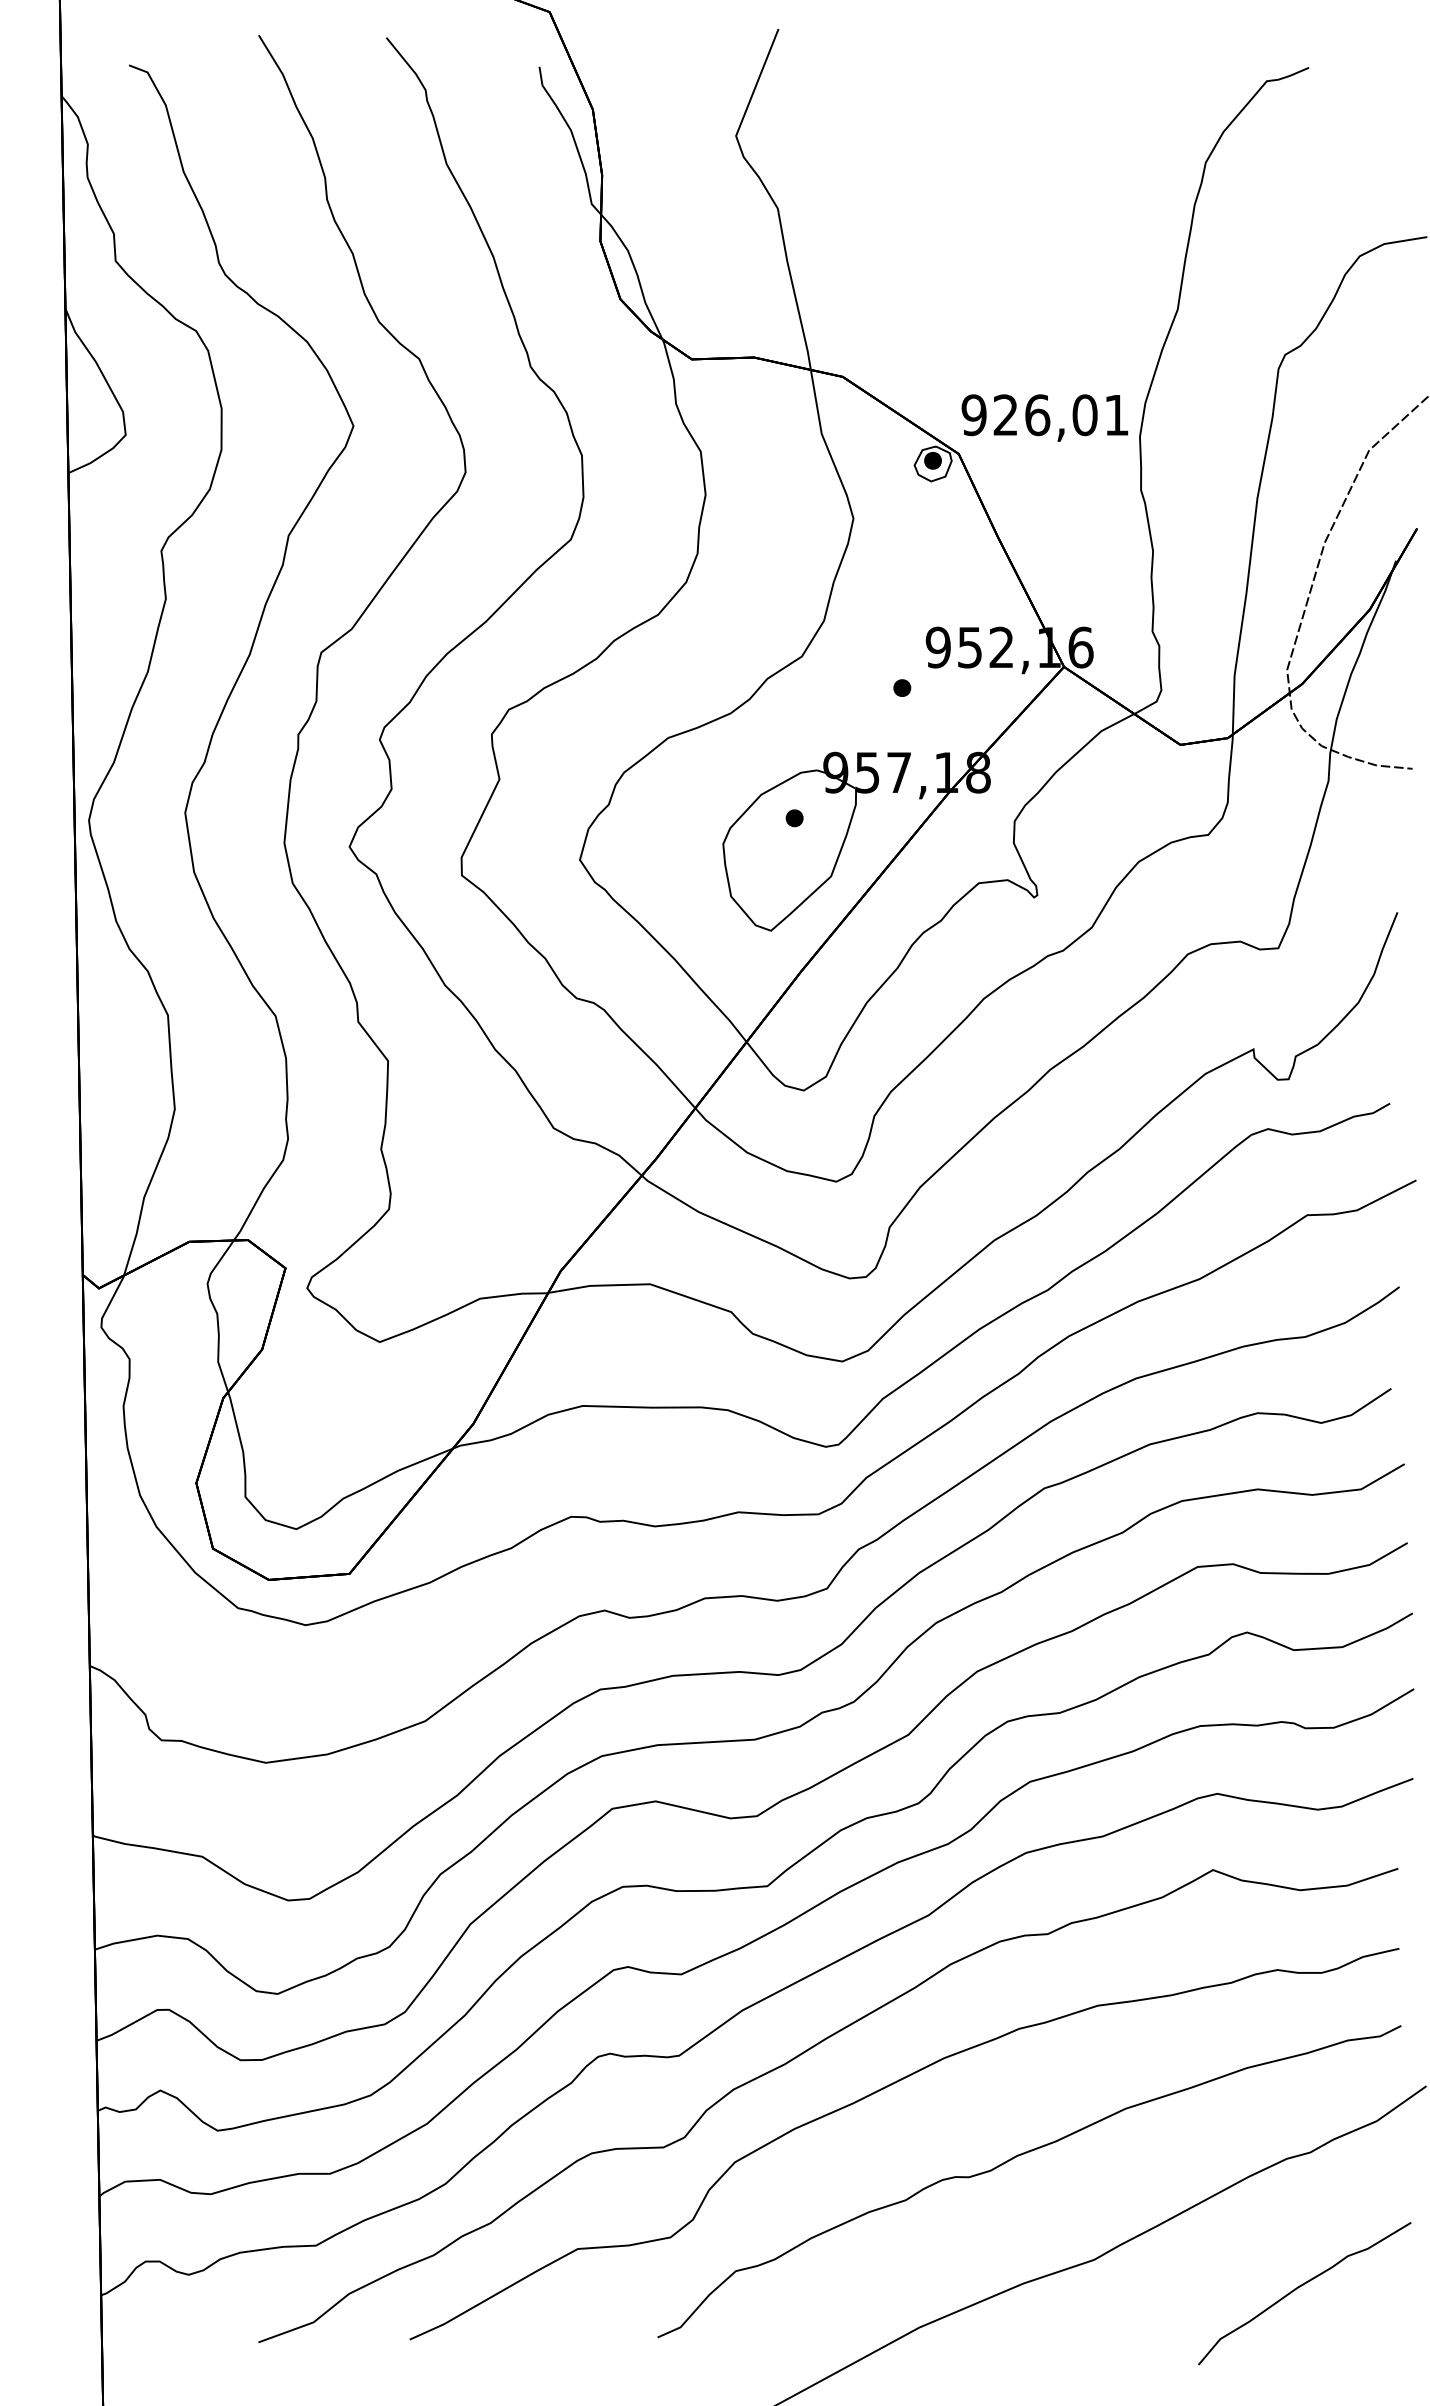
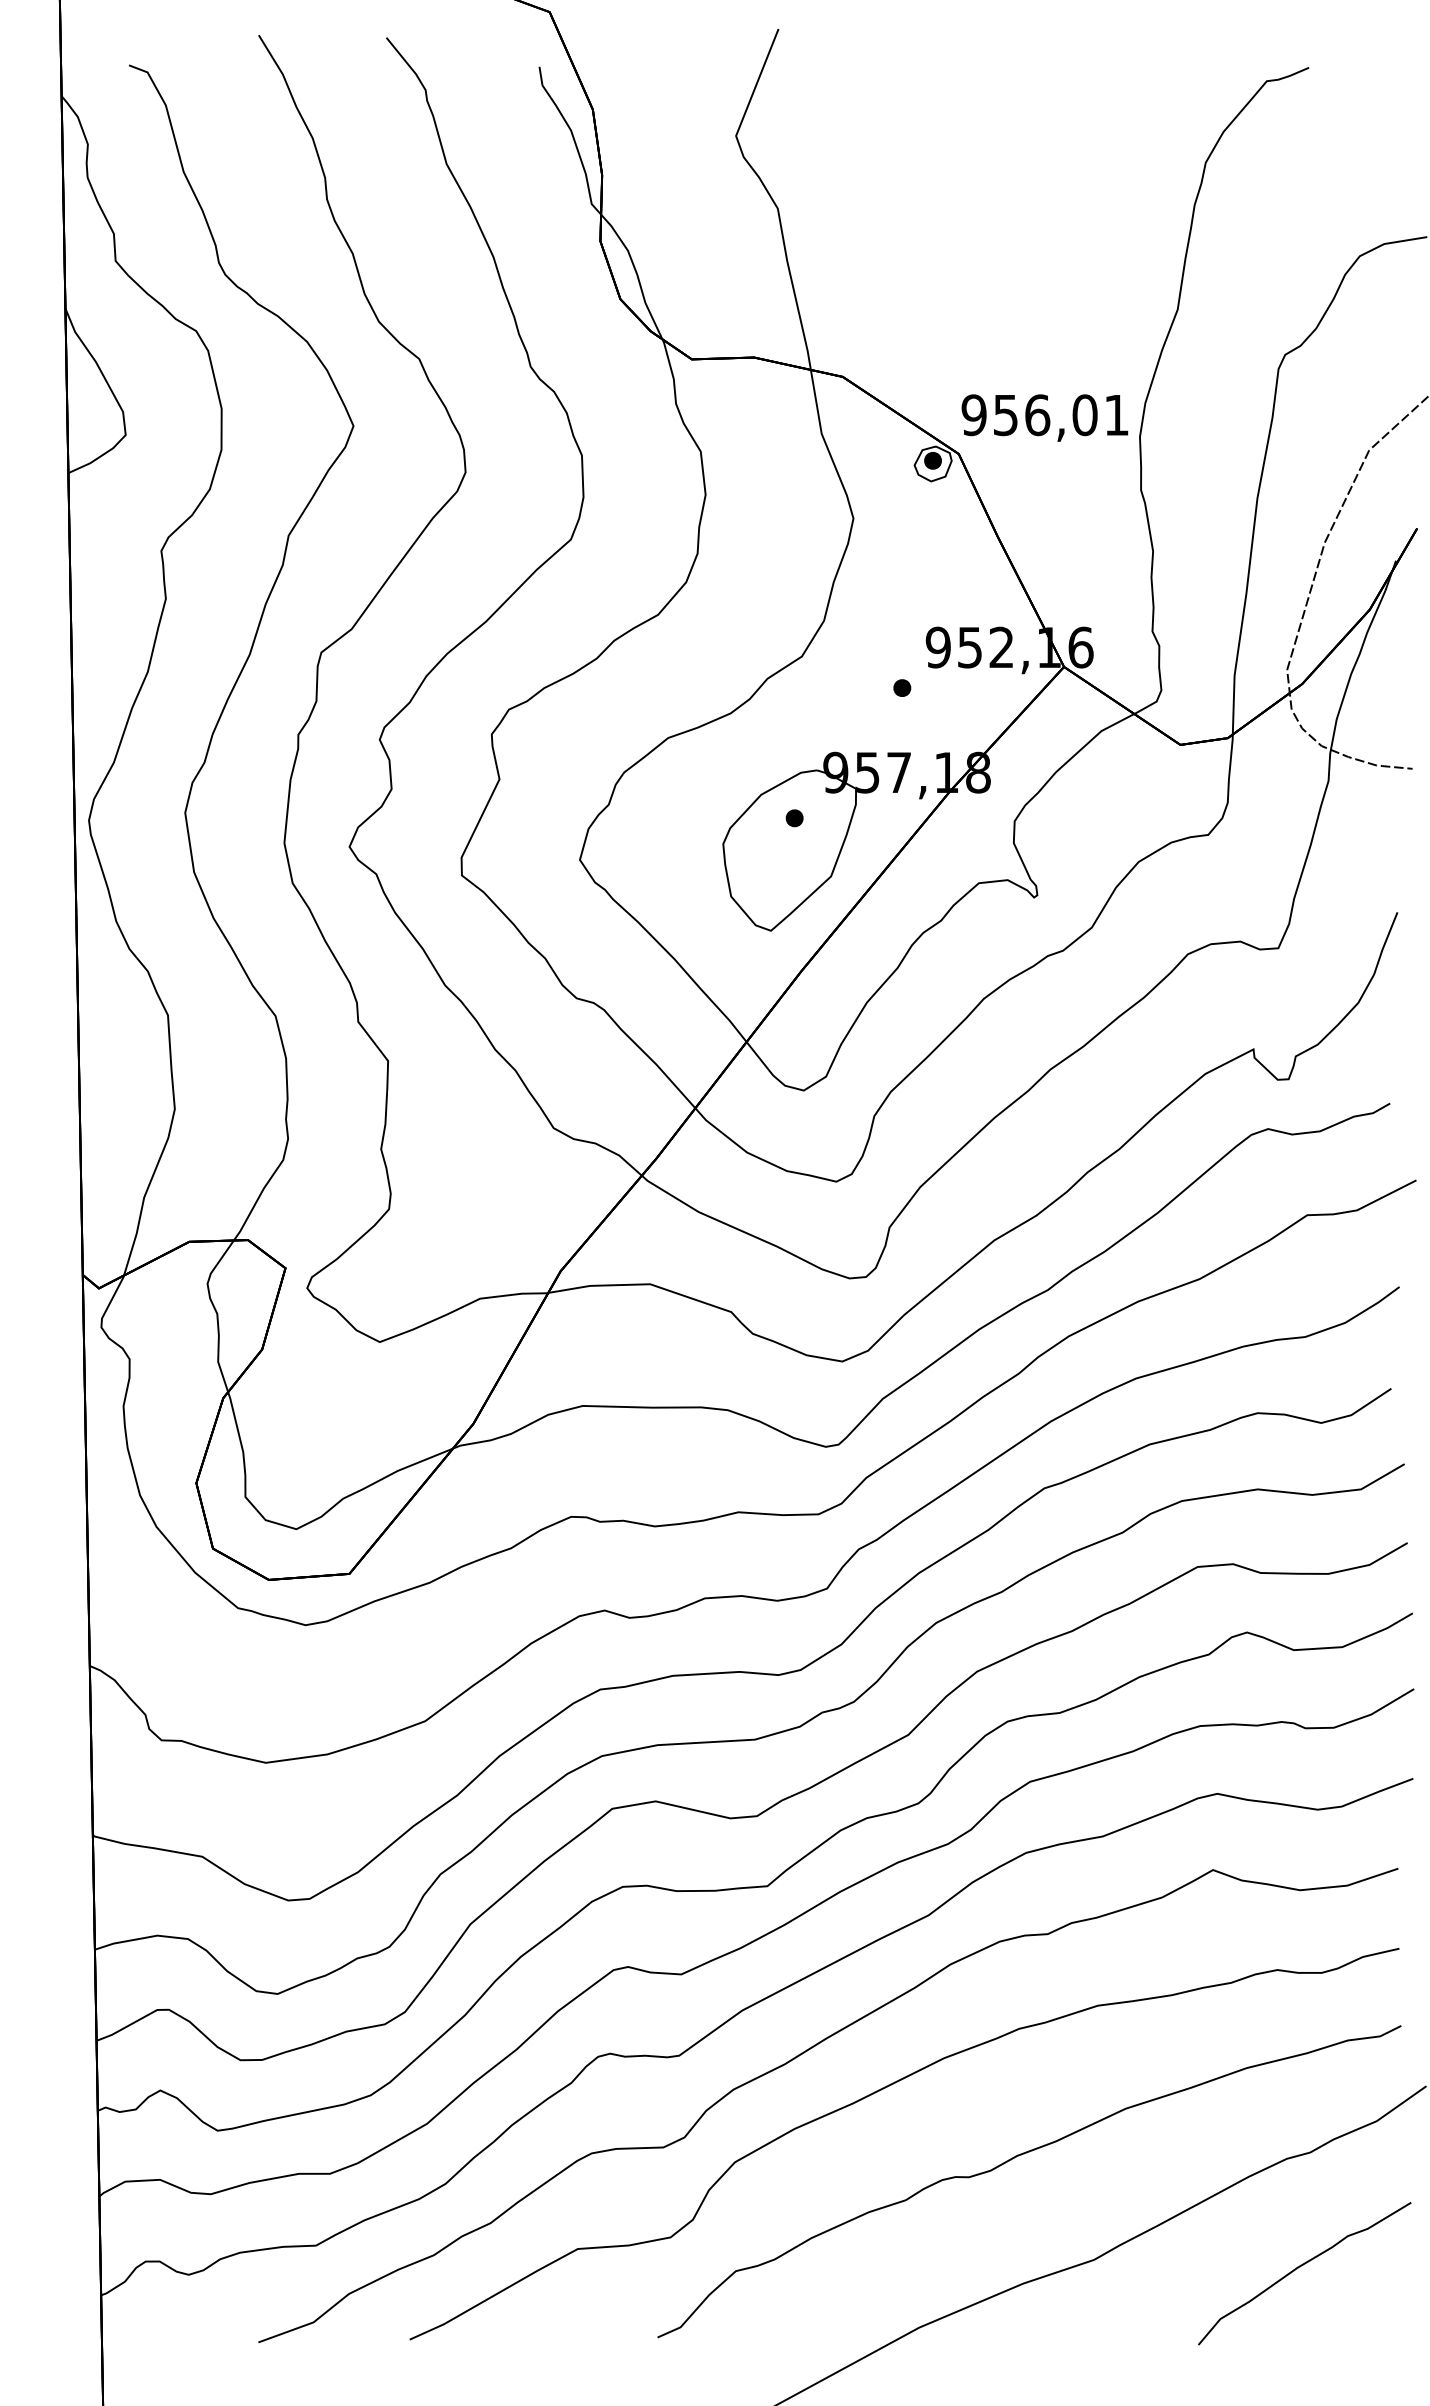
text at (1005, 415): 926,01 -> 956,01
curve at (1300, 2287) position: (1300, 2287) -> (1300, 2267)
